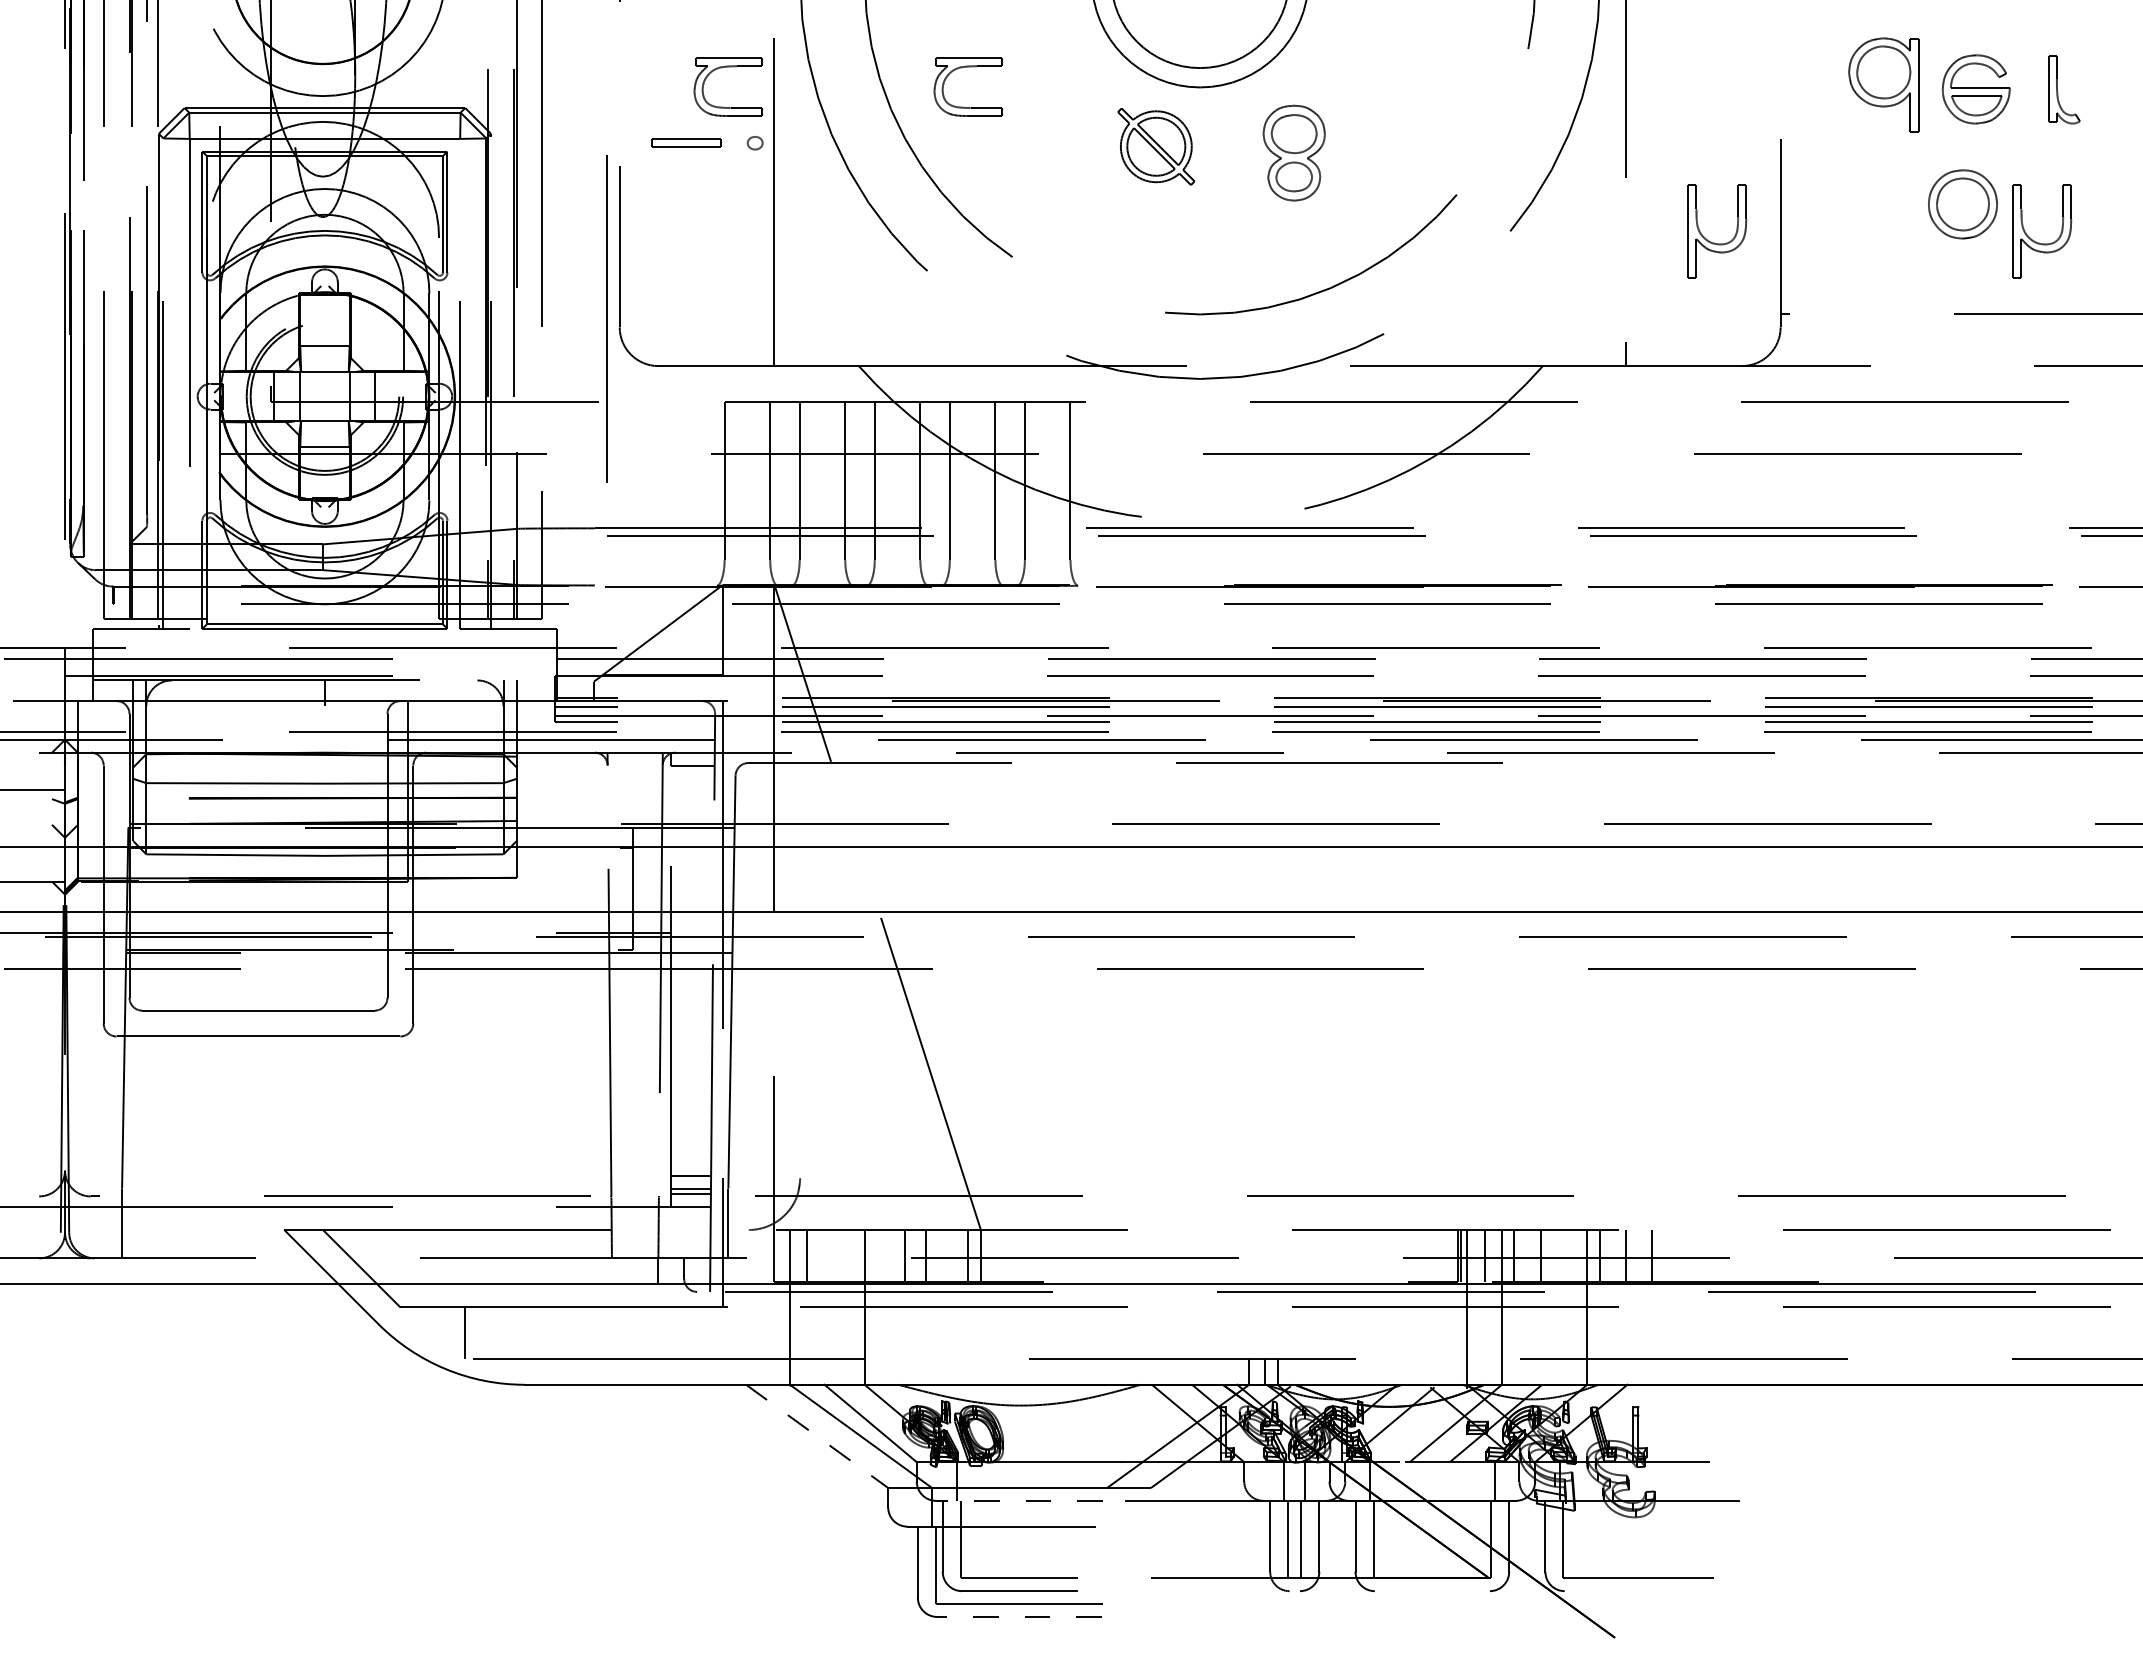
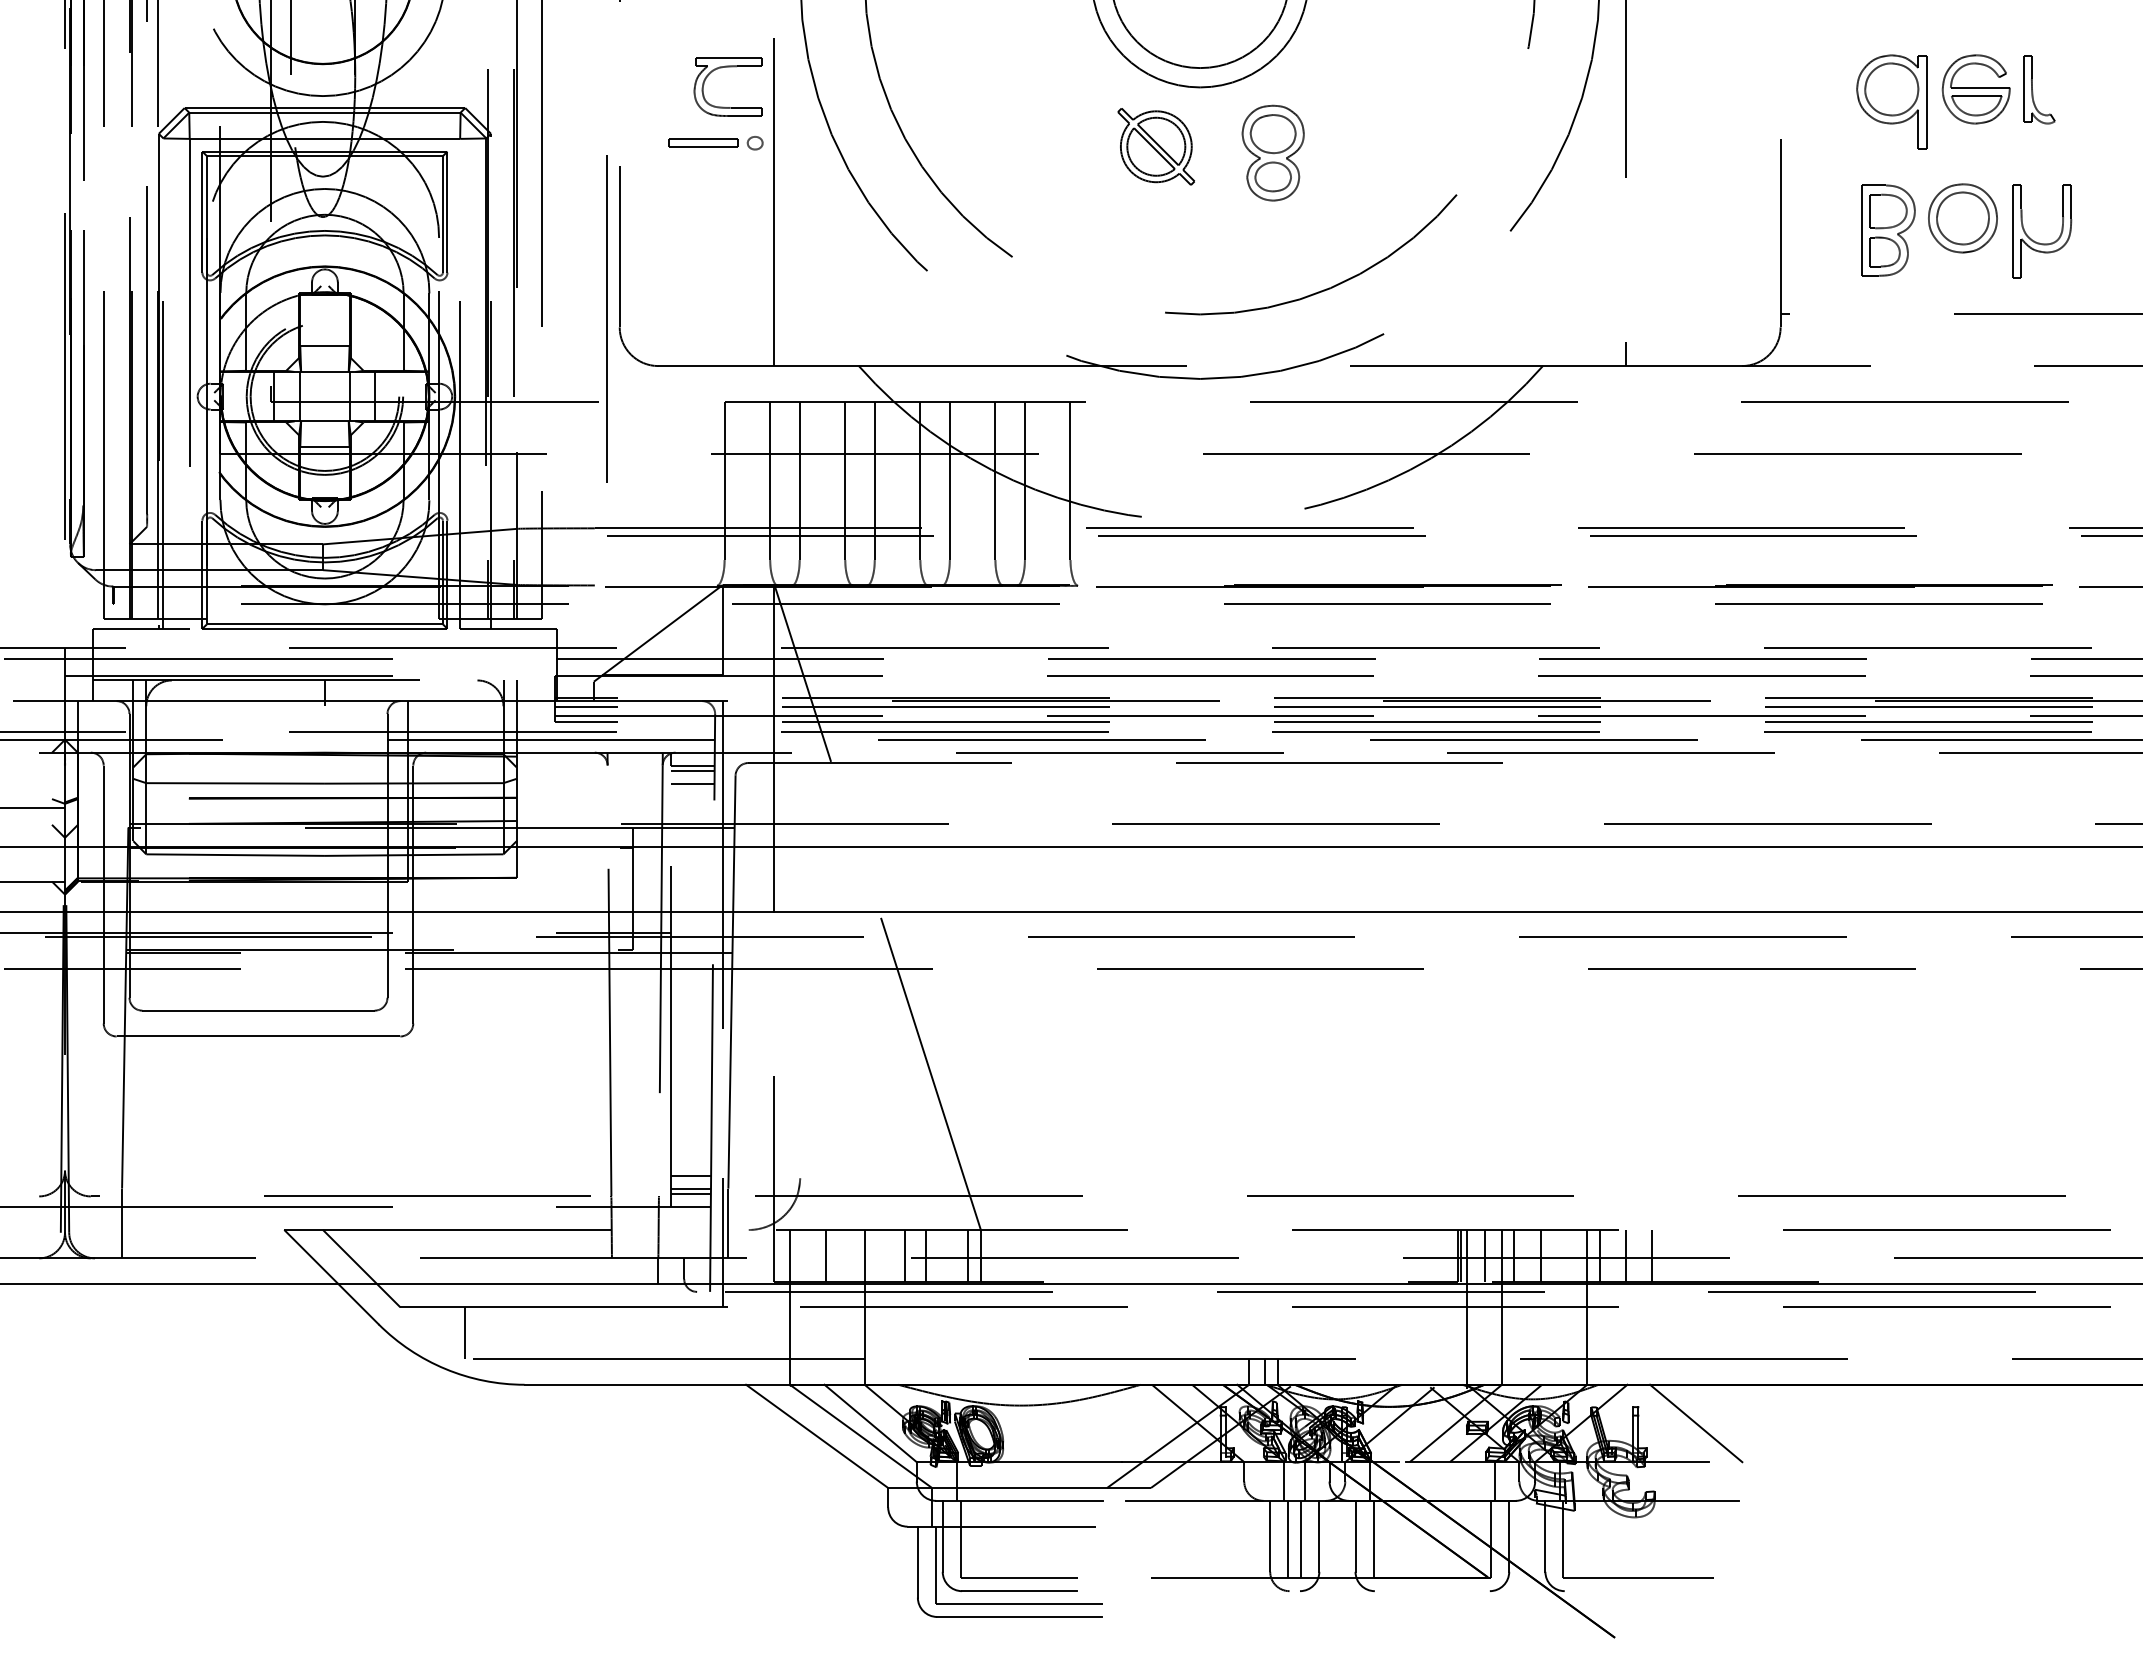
line at (290, 38): none -> present
part at (961, 68): present -> none
part at (1883, 84) position: (1883, 84) -> (1891, 101)
part at (2058, 91) position: (2058, 91) -> (2033, 91)
part at (686, 142) position: (686, 142) -> (703, 142)
part at (1293, 152) position: (1293, 152) -> (1272, 152)
part at (1962, 204) position: (1962, 204) -> (1962, 218)
part at (1888, 230): none -> present
part at (1714, 242): present -> none
line at (692, 770): none -> present
line at (692, 783): none -> present
line at (33, 789) position: (33, 789) -> (33, 807)
line at (807, 1255) position: (807, 1255) -> (826, 1255)
line at (1696, 1423): none -> present
line at (817, 1436): dashed -> solid
line at (1019, 1500): dashed -> solid
line at (1019, 1616): dashed -> solid
